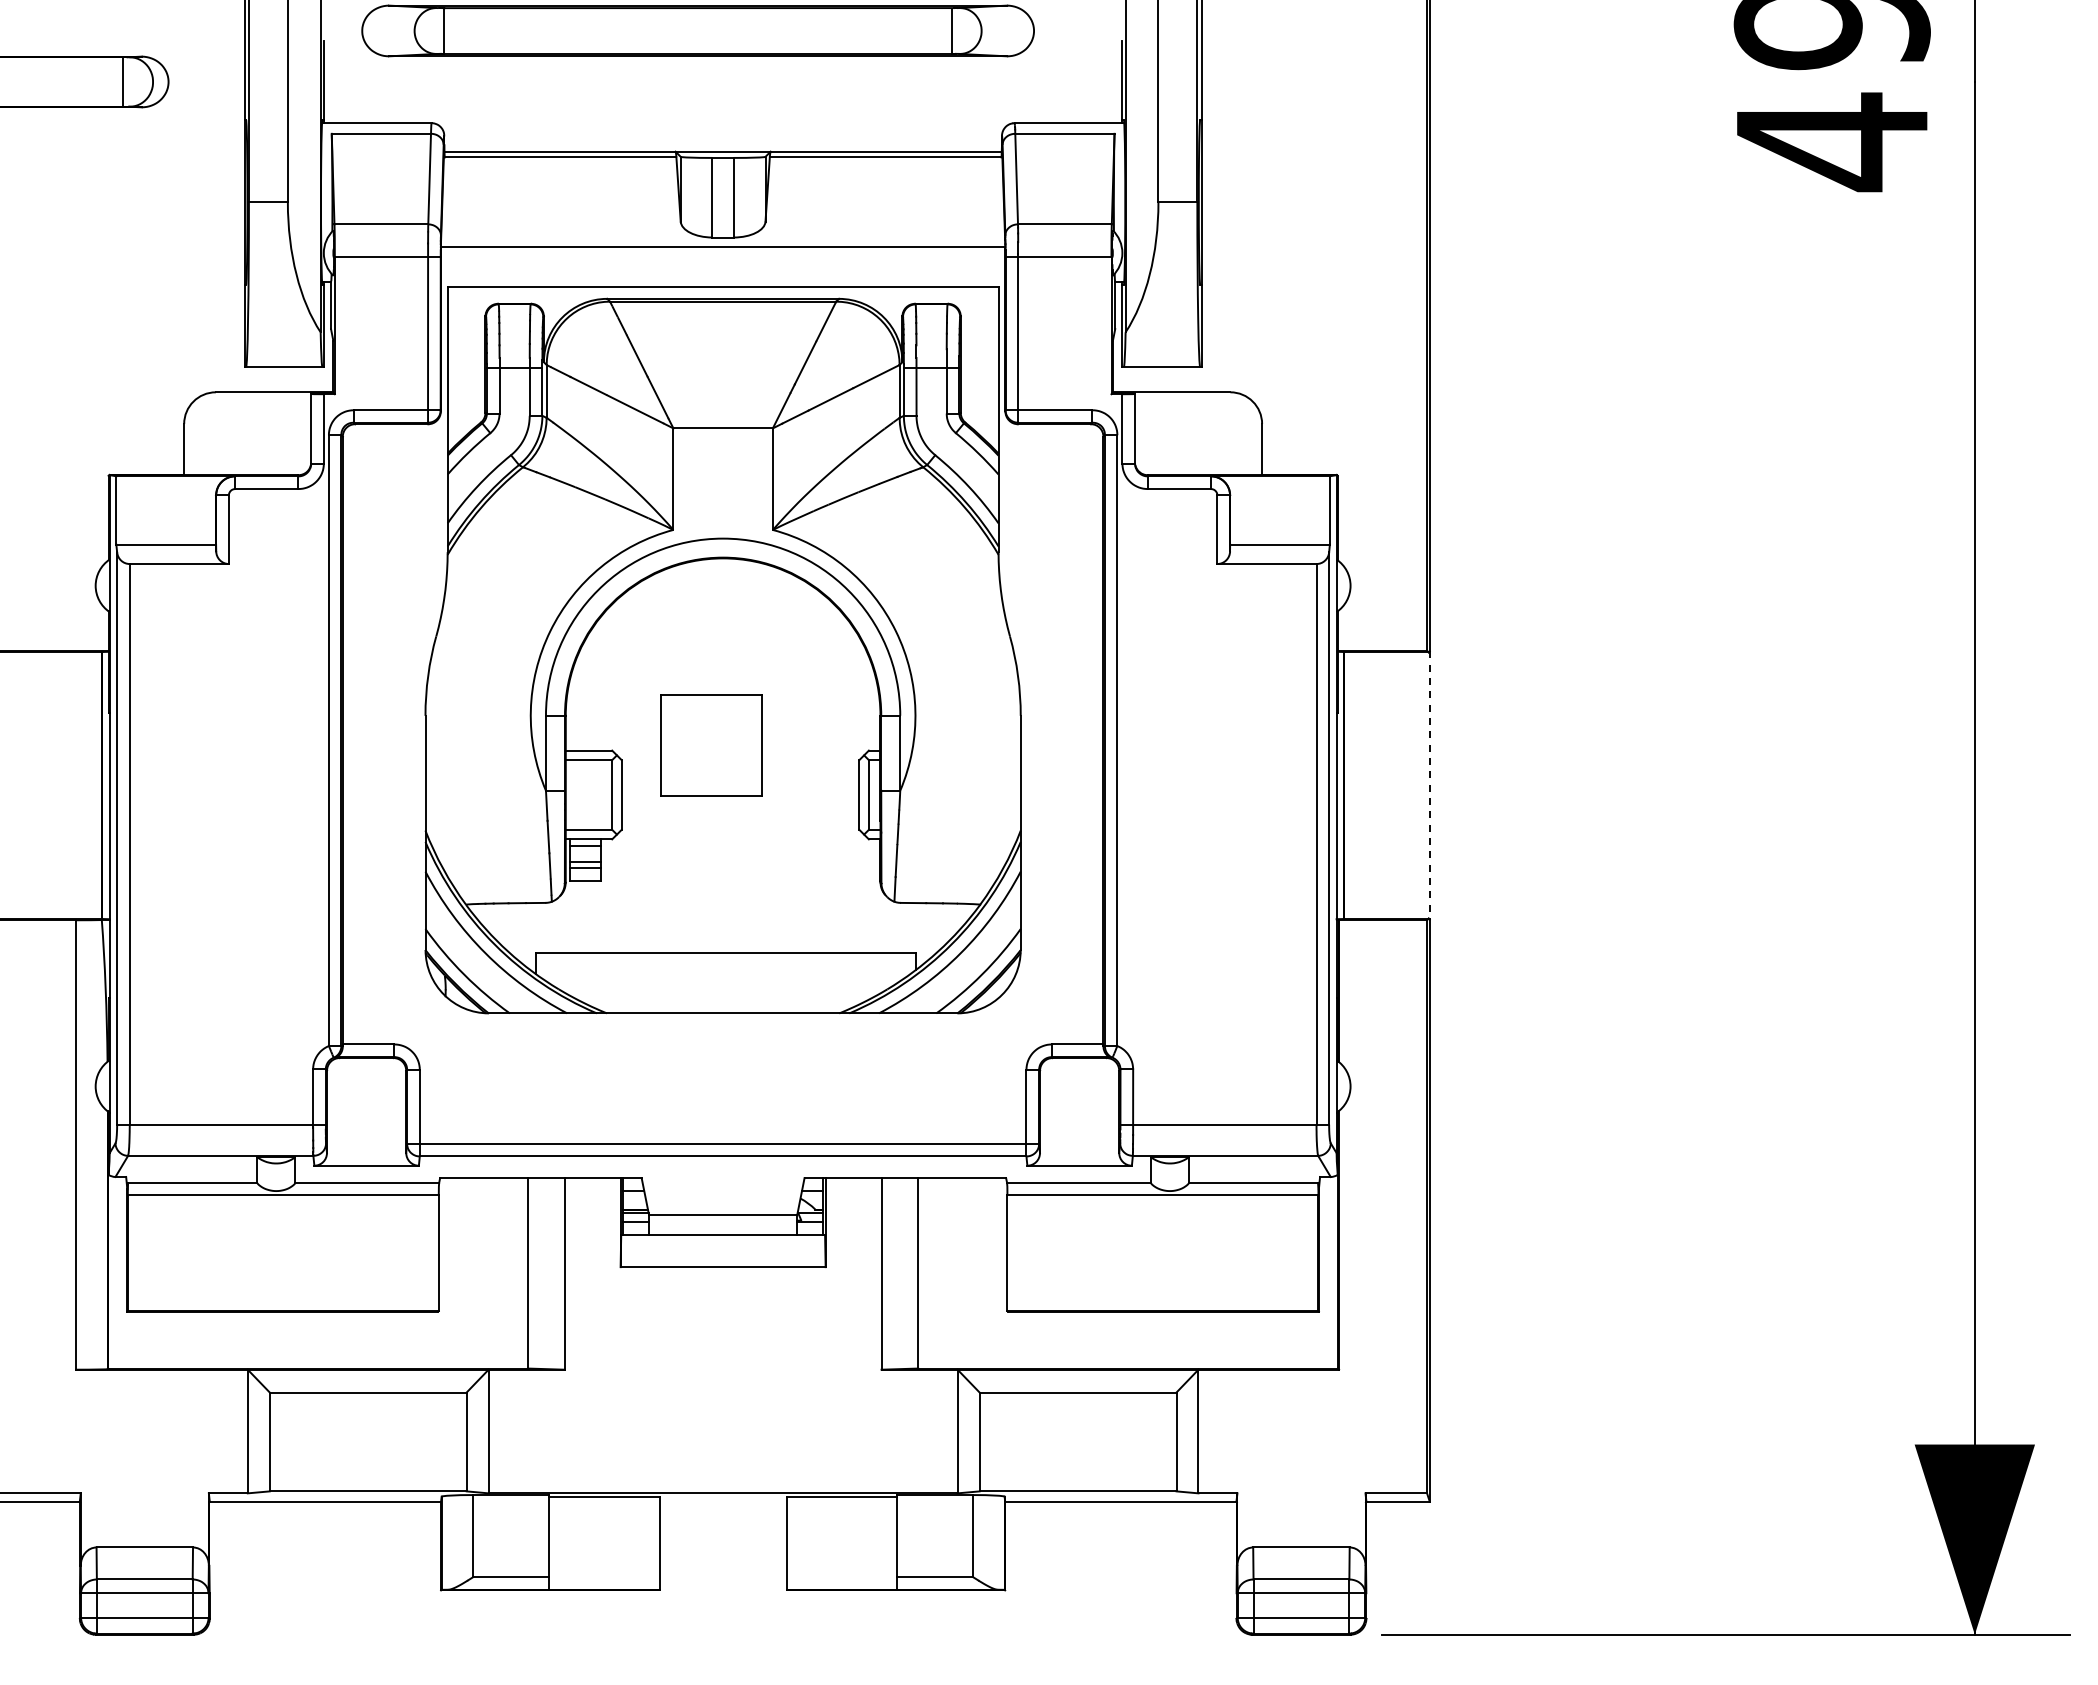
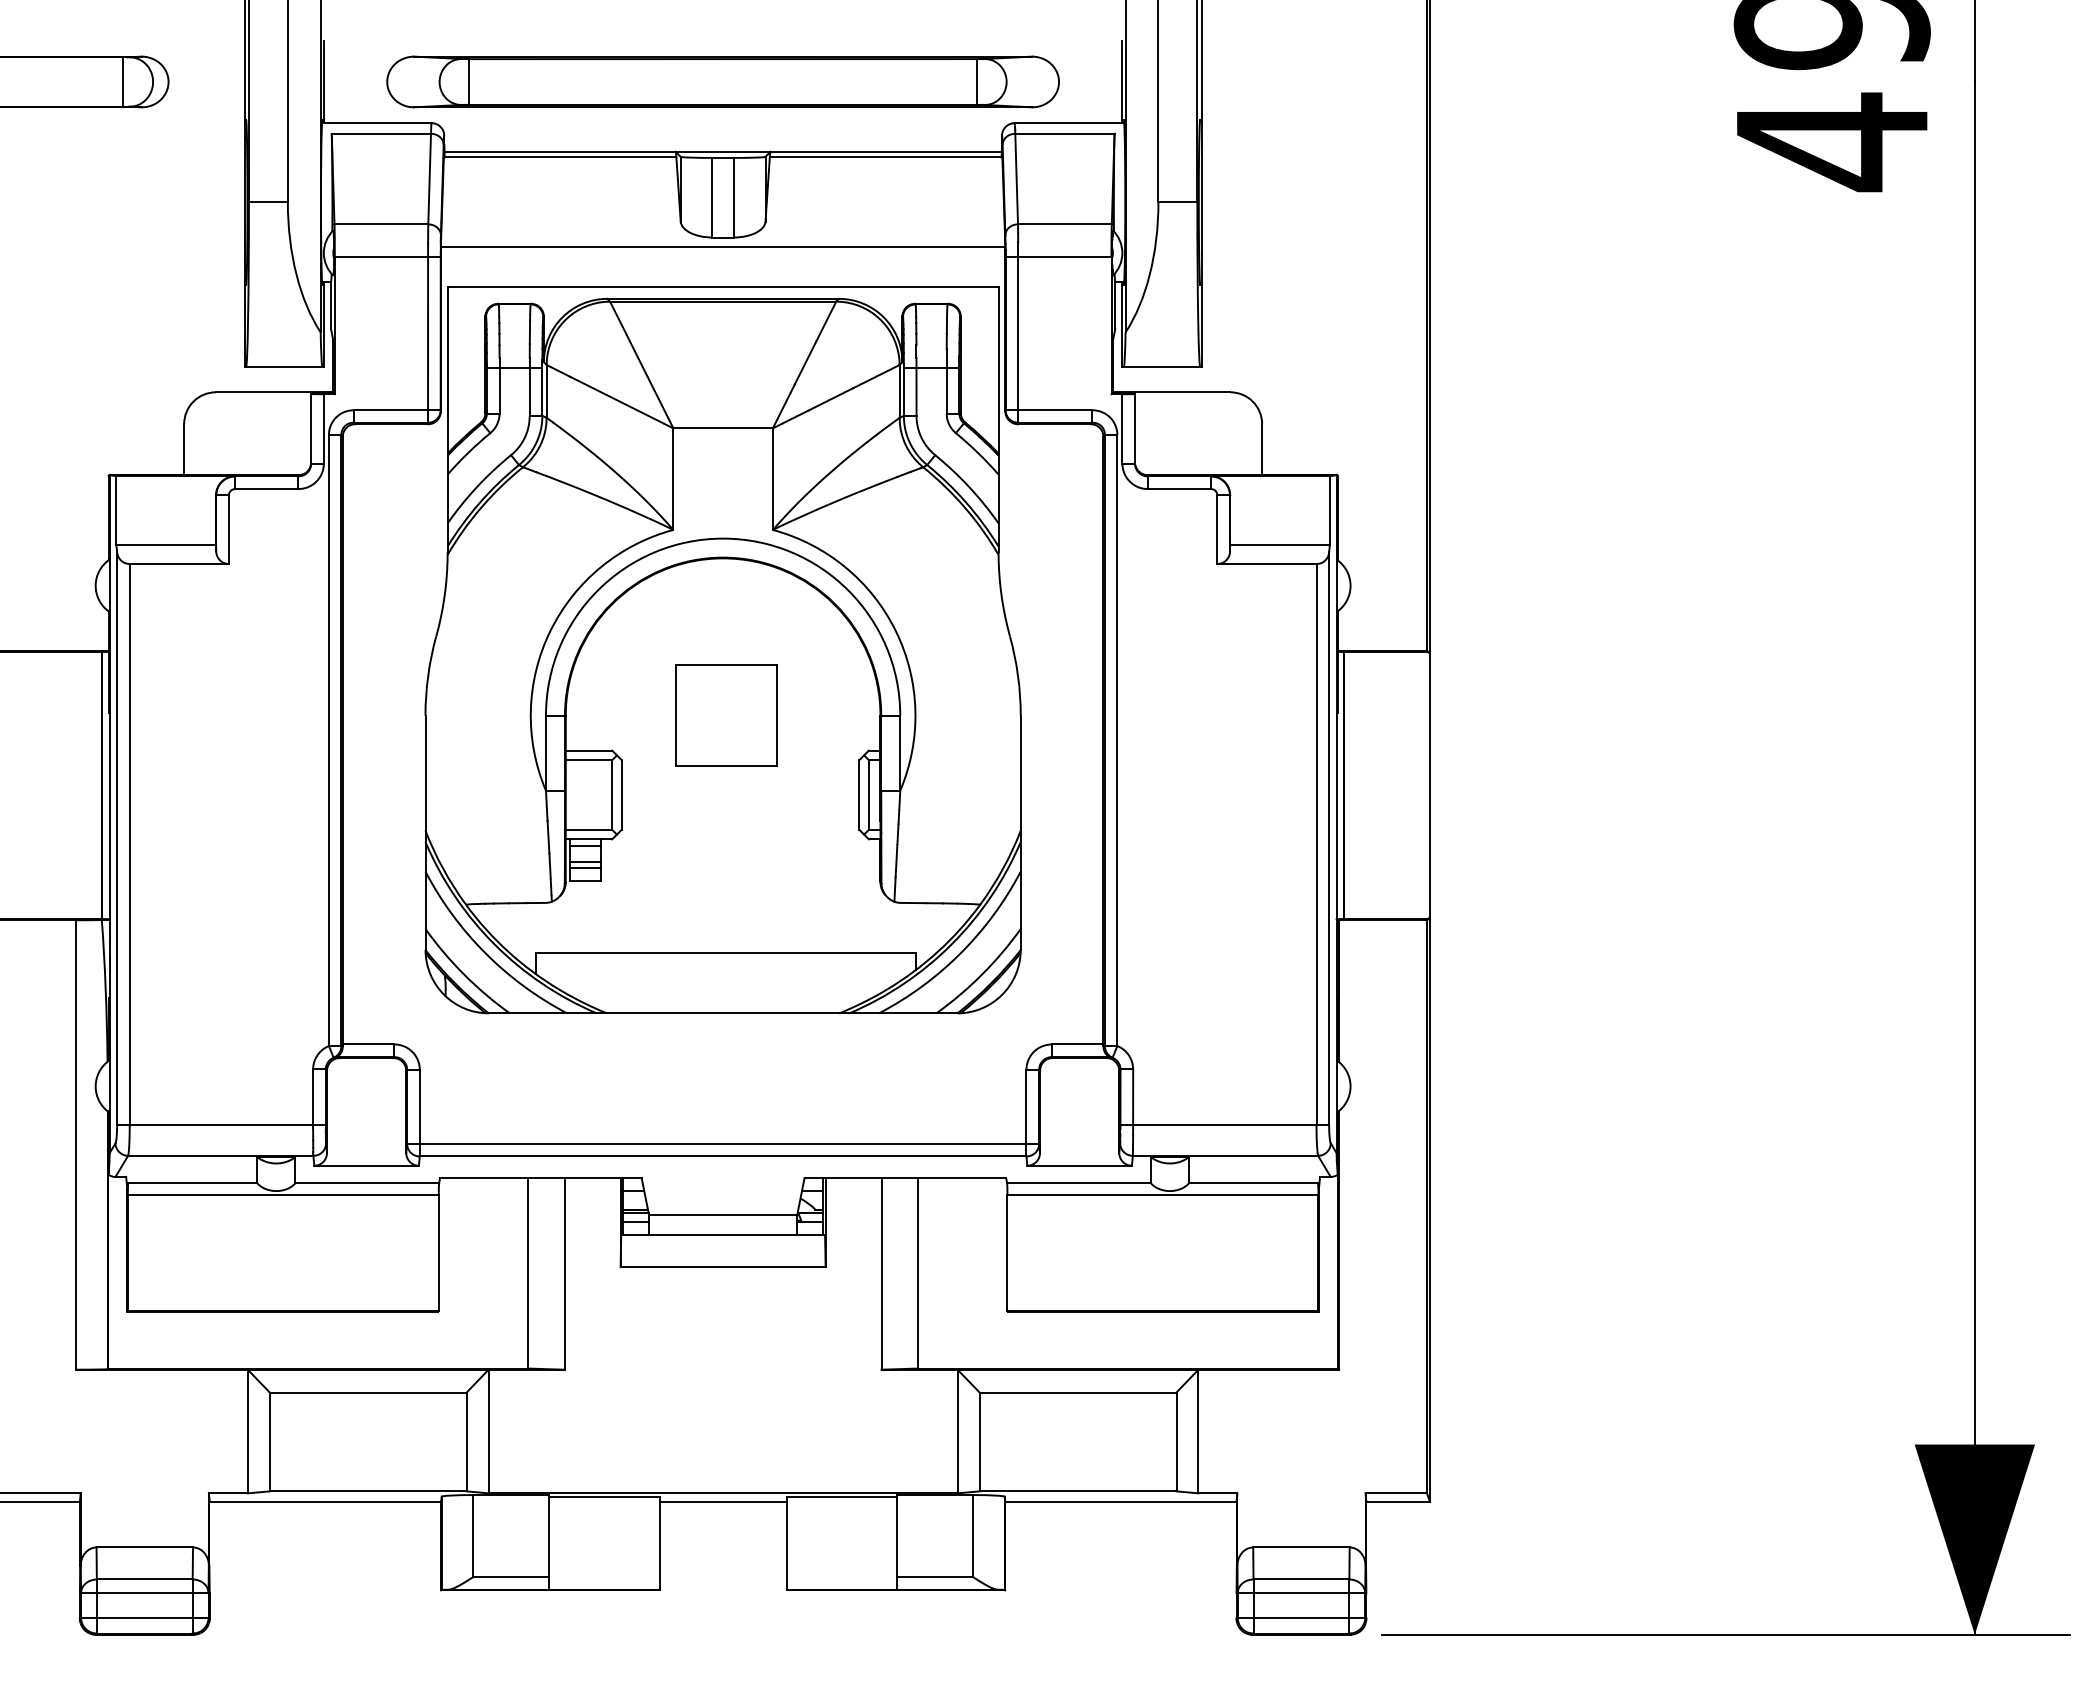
part at (697, 30) position: (697, 30) -> (722, 81)
part at (711, 745) position: (711, 745) -> (726, 715)
line at (1429, 786): dashed -> solid
line at (722, 1501): none -> present
